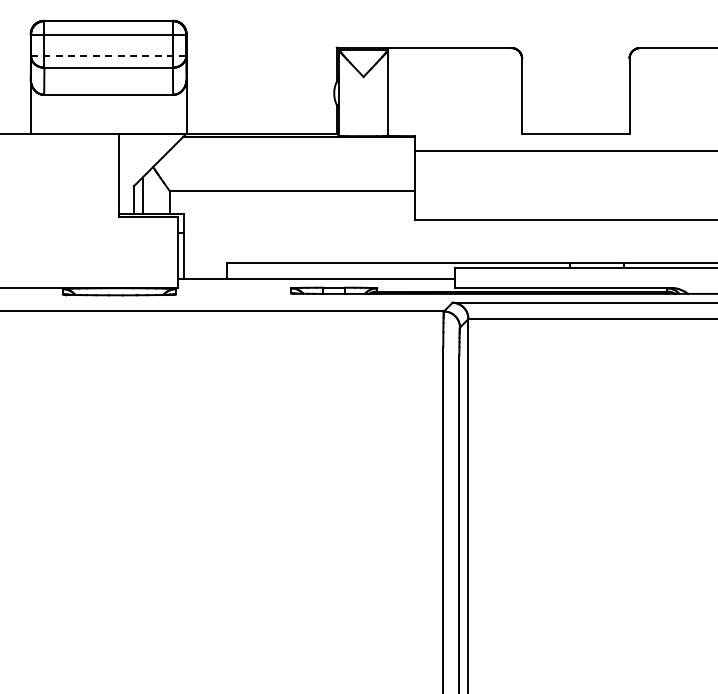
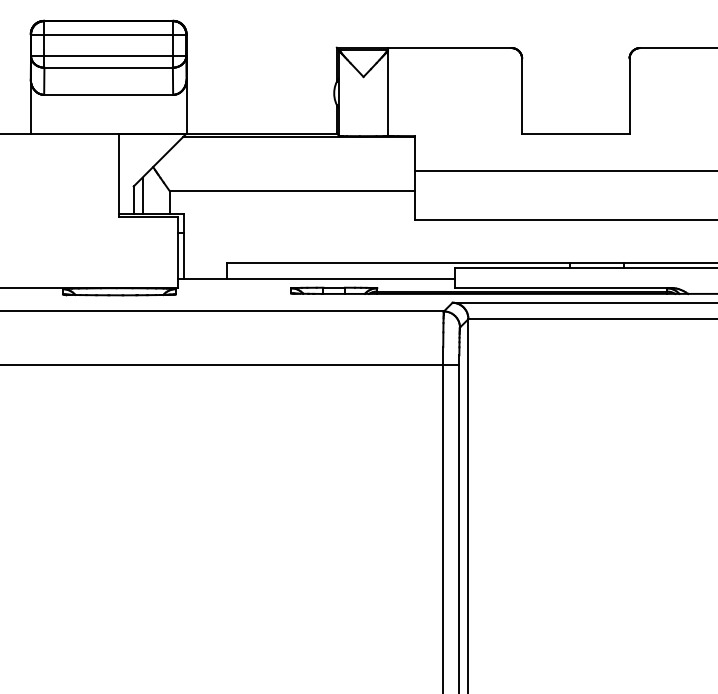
line at (108, 56): dashed -> solid
line at (564, 151) position: (564, 151) -> (564, 171)
line at (230, 365): none -> present
